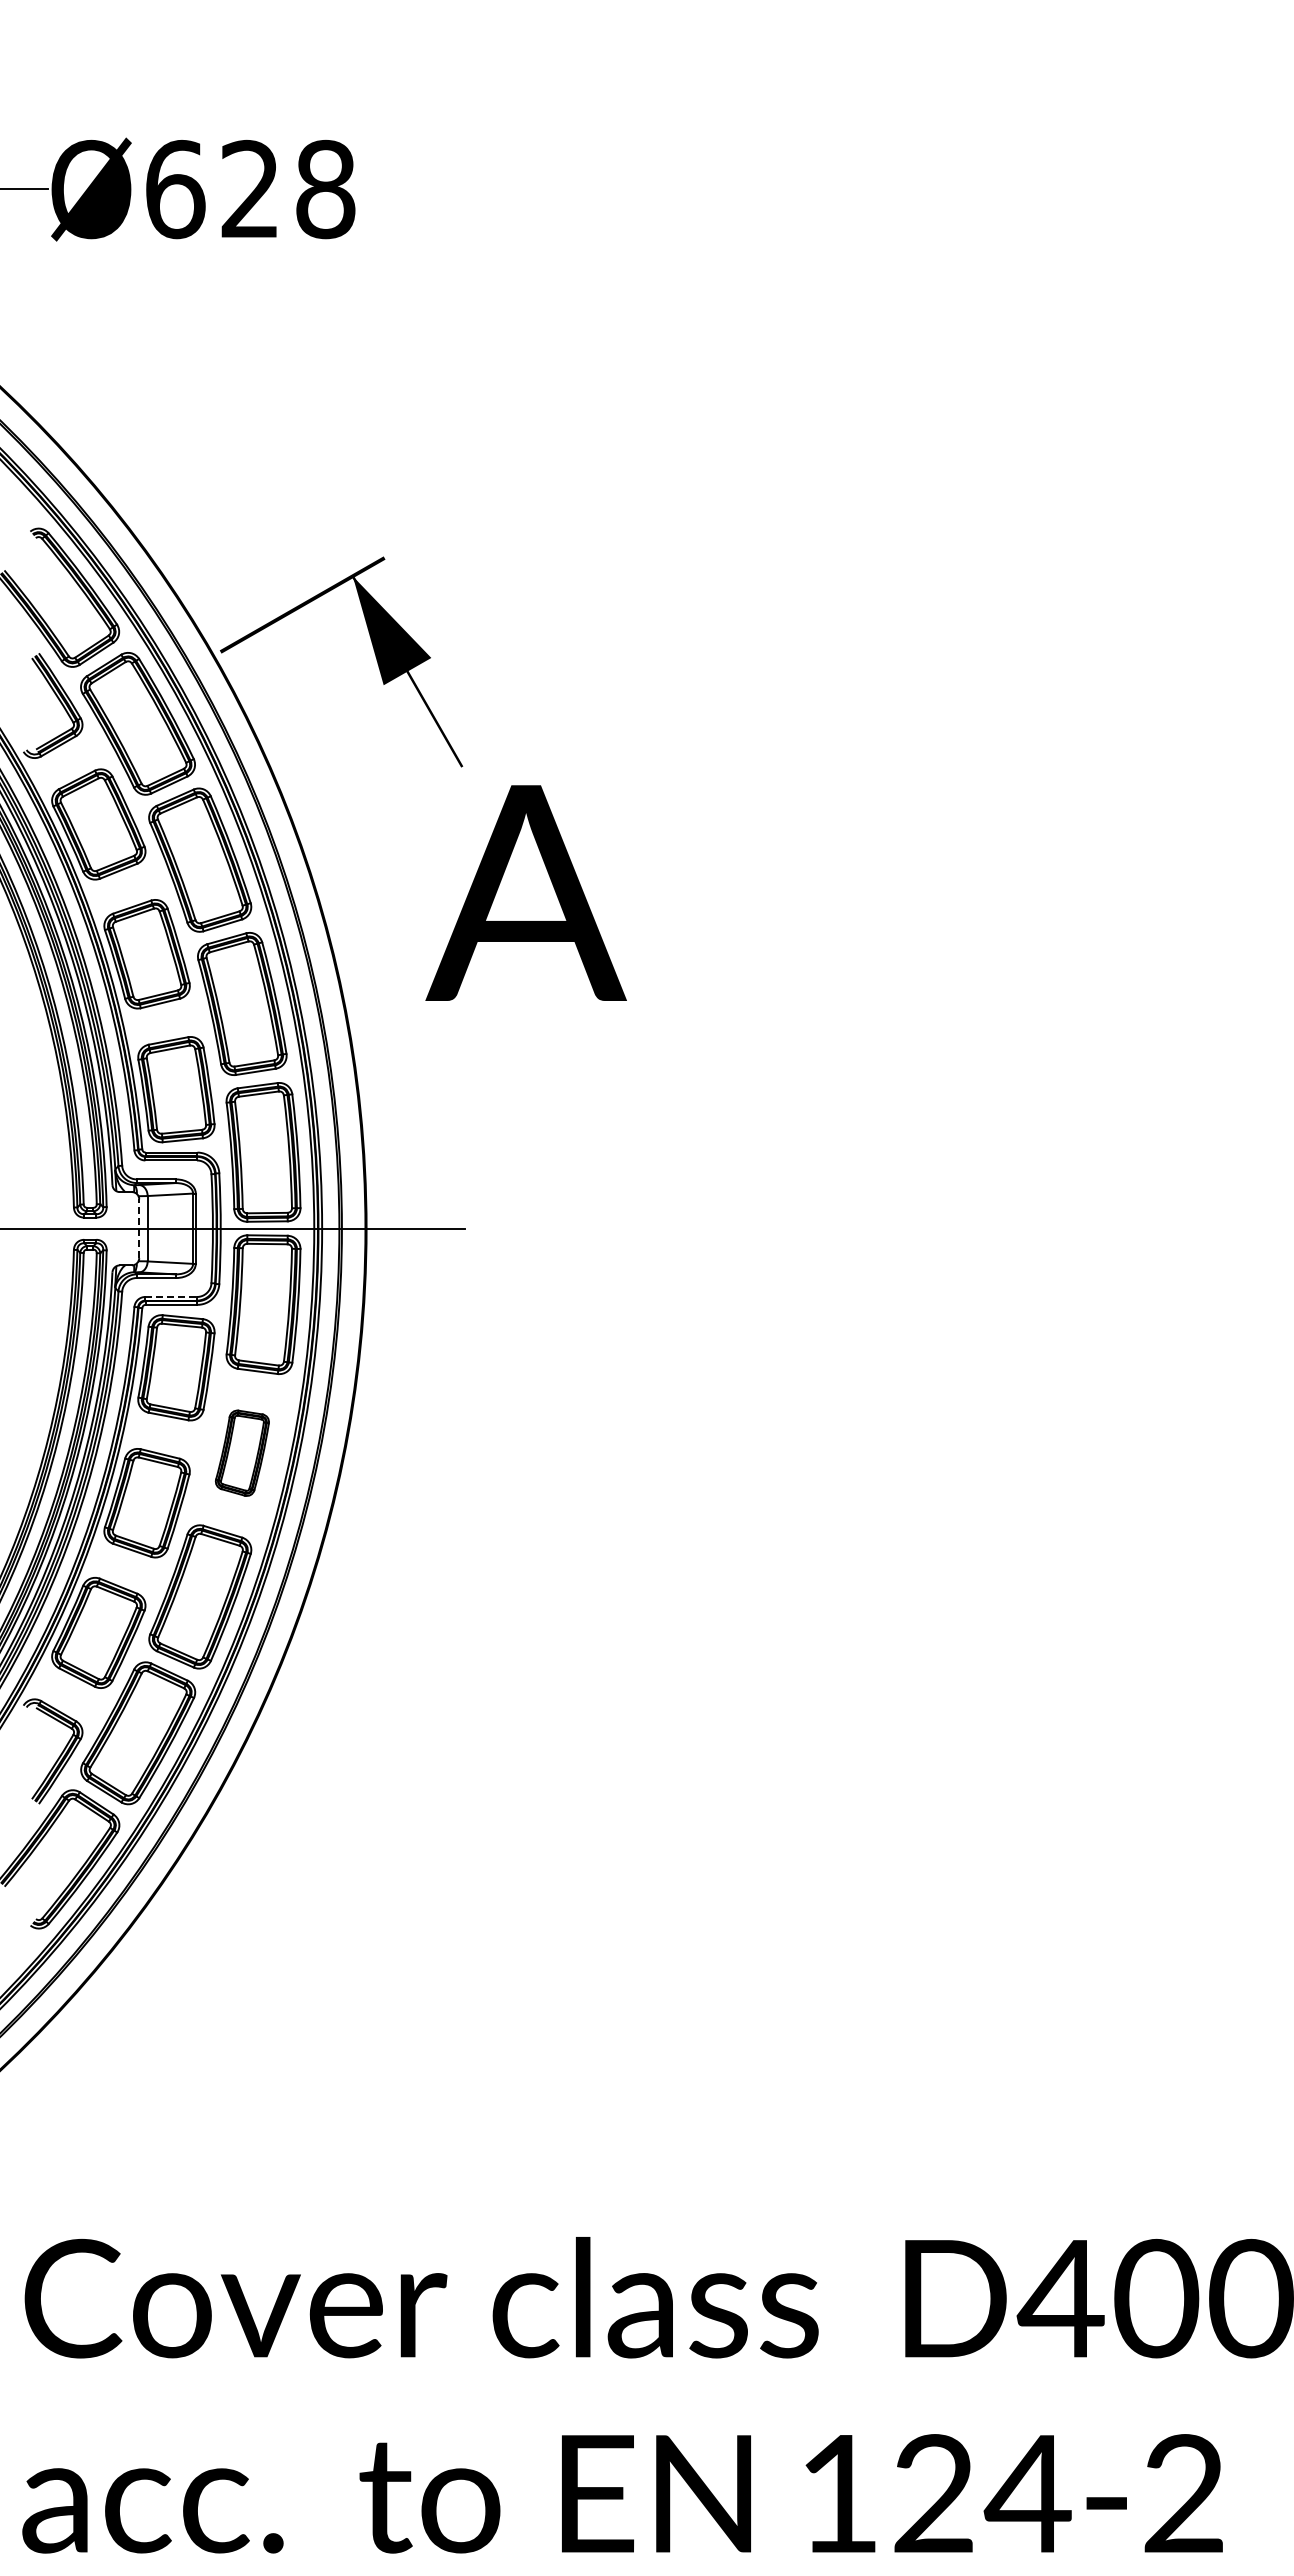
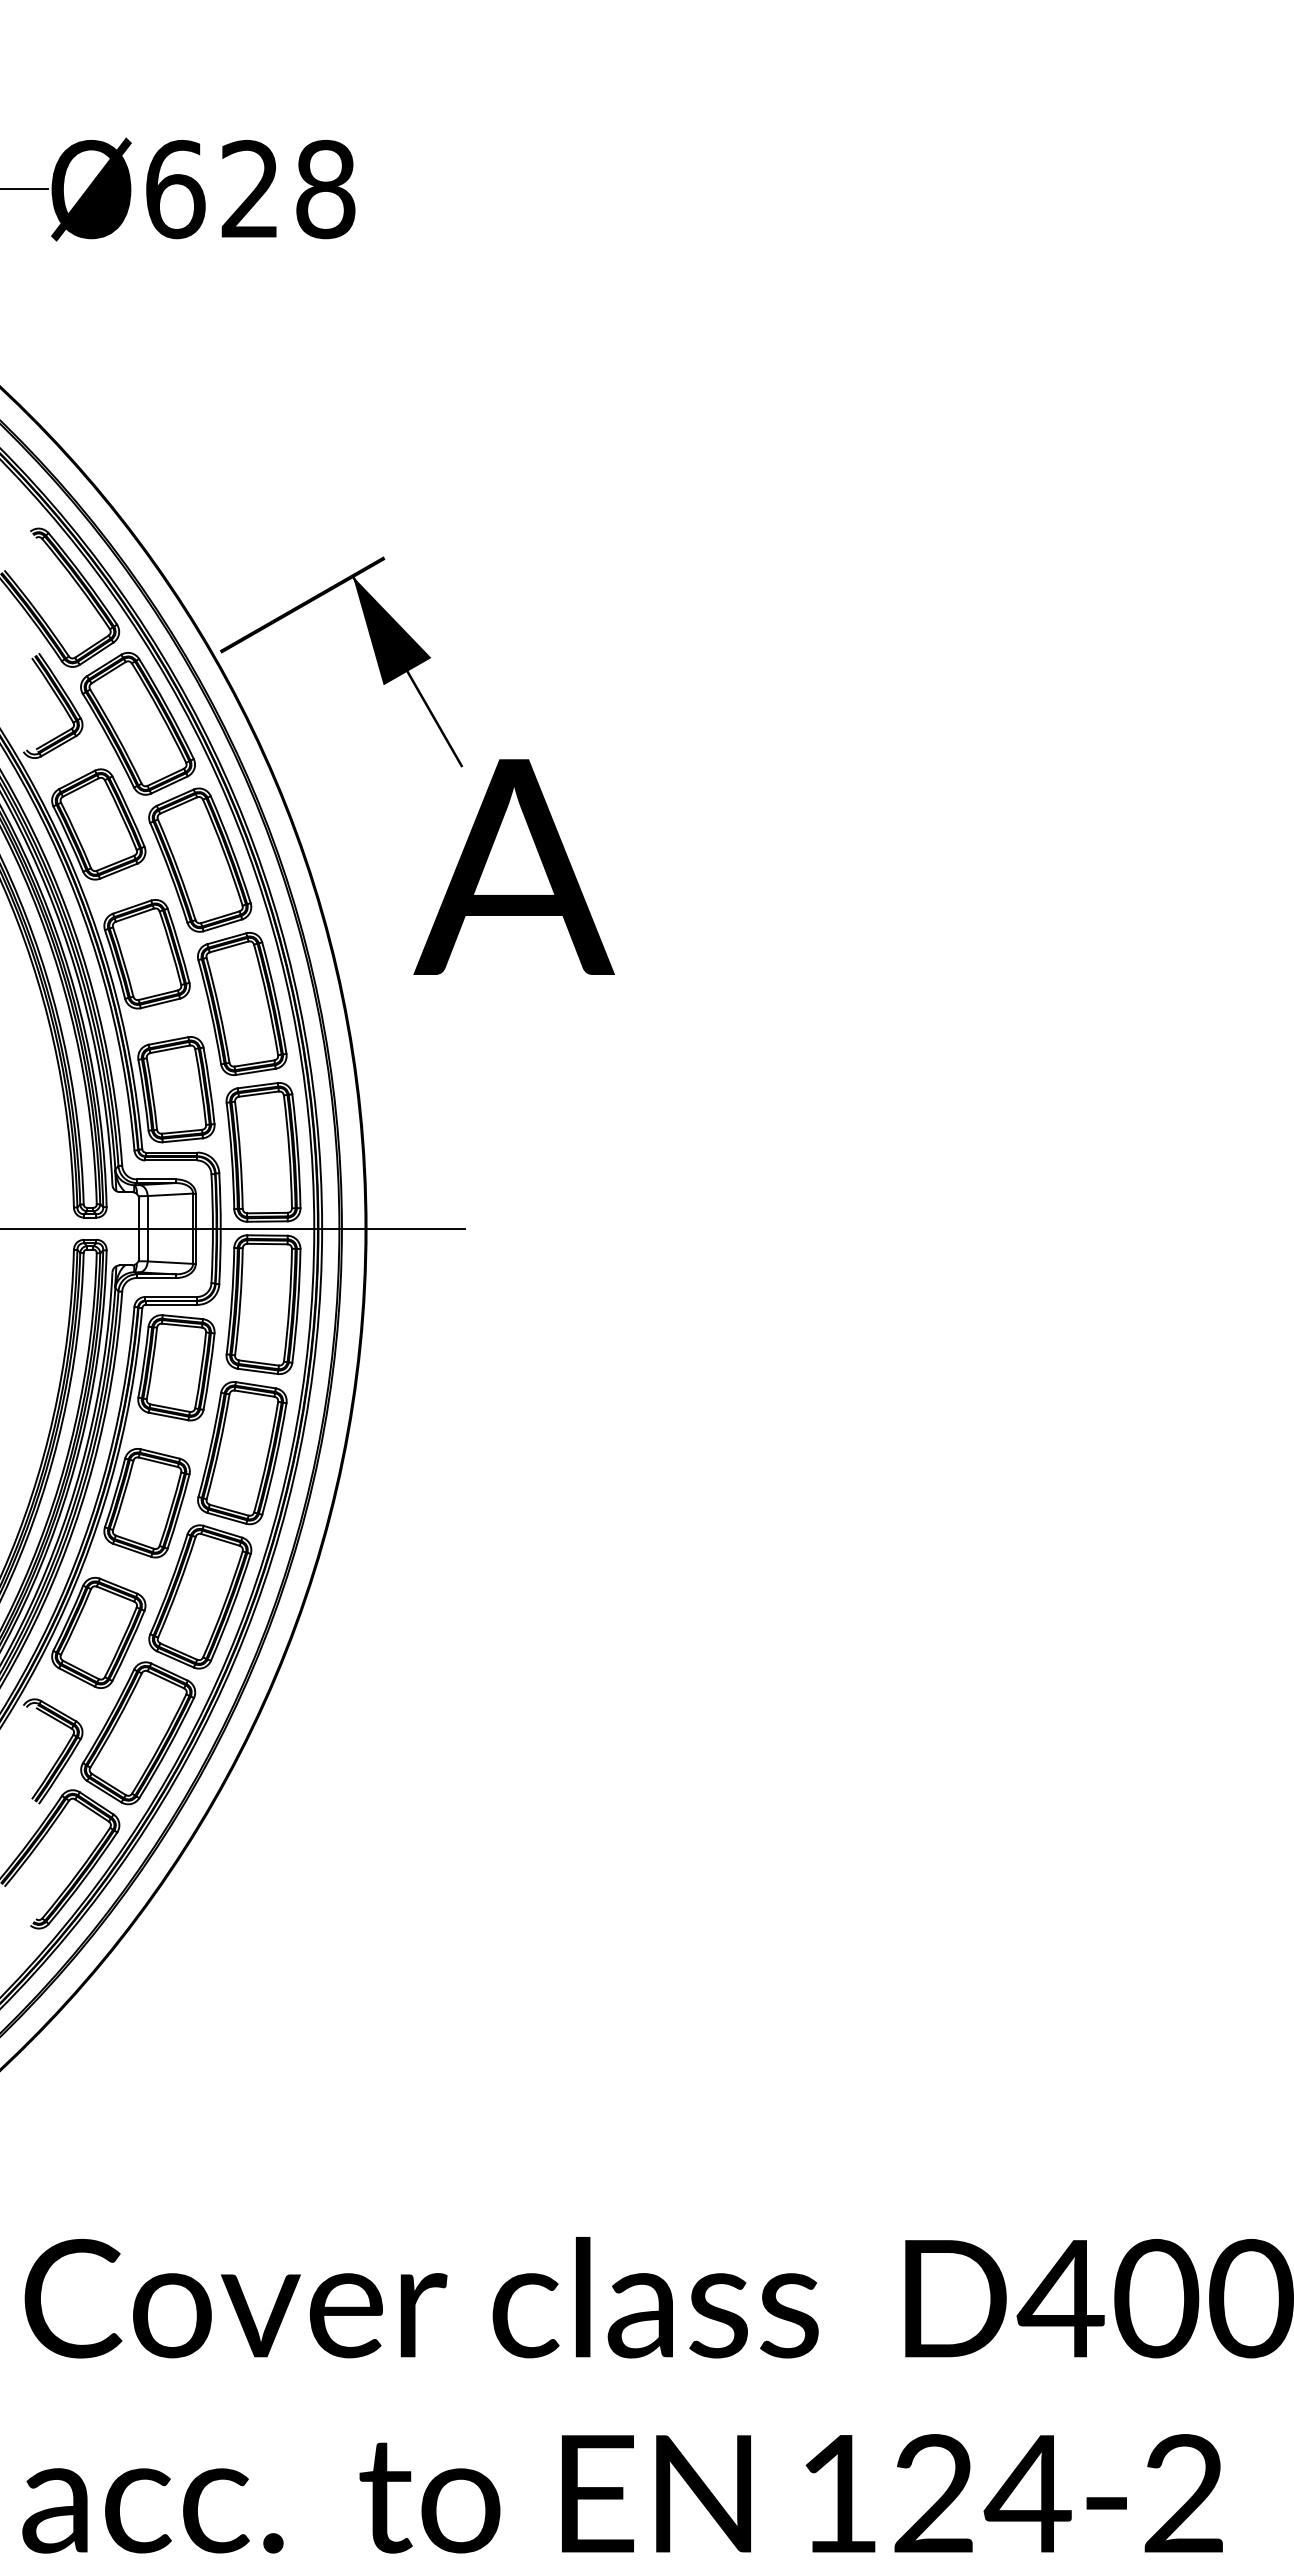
text at (525, 892) position: (525, 892) -> (513, 866)
line at (139, 1228): dashed -> solid
line at (171, 1296): dashed -> solid
part at (241, 1452) size: 56x88 px -> 91x145 px
